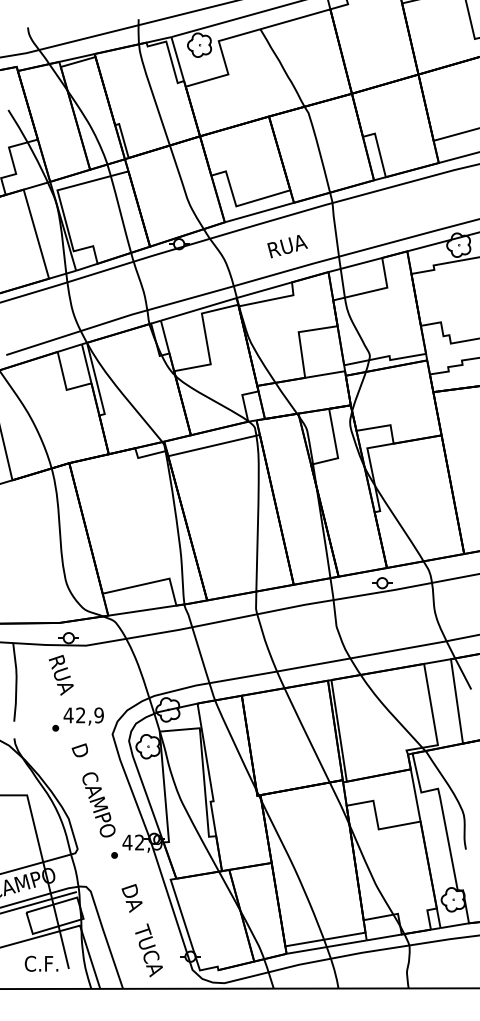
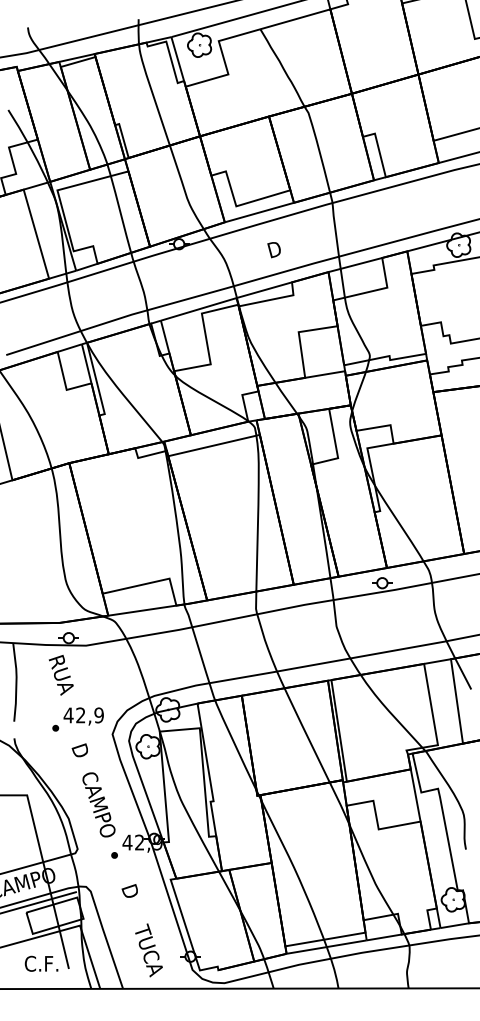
text at (289, 246): RUA -> D
text at (133, 906): DA -> D
